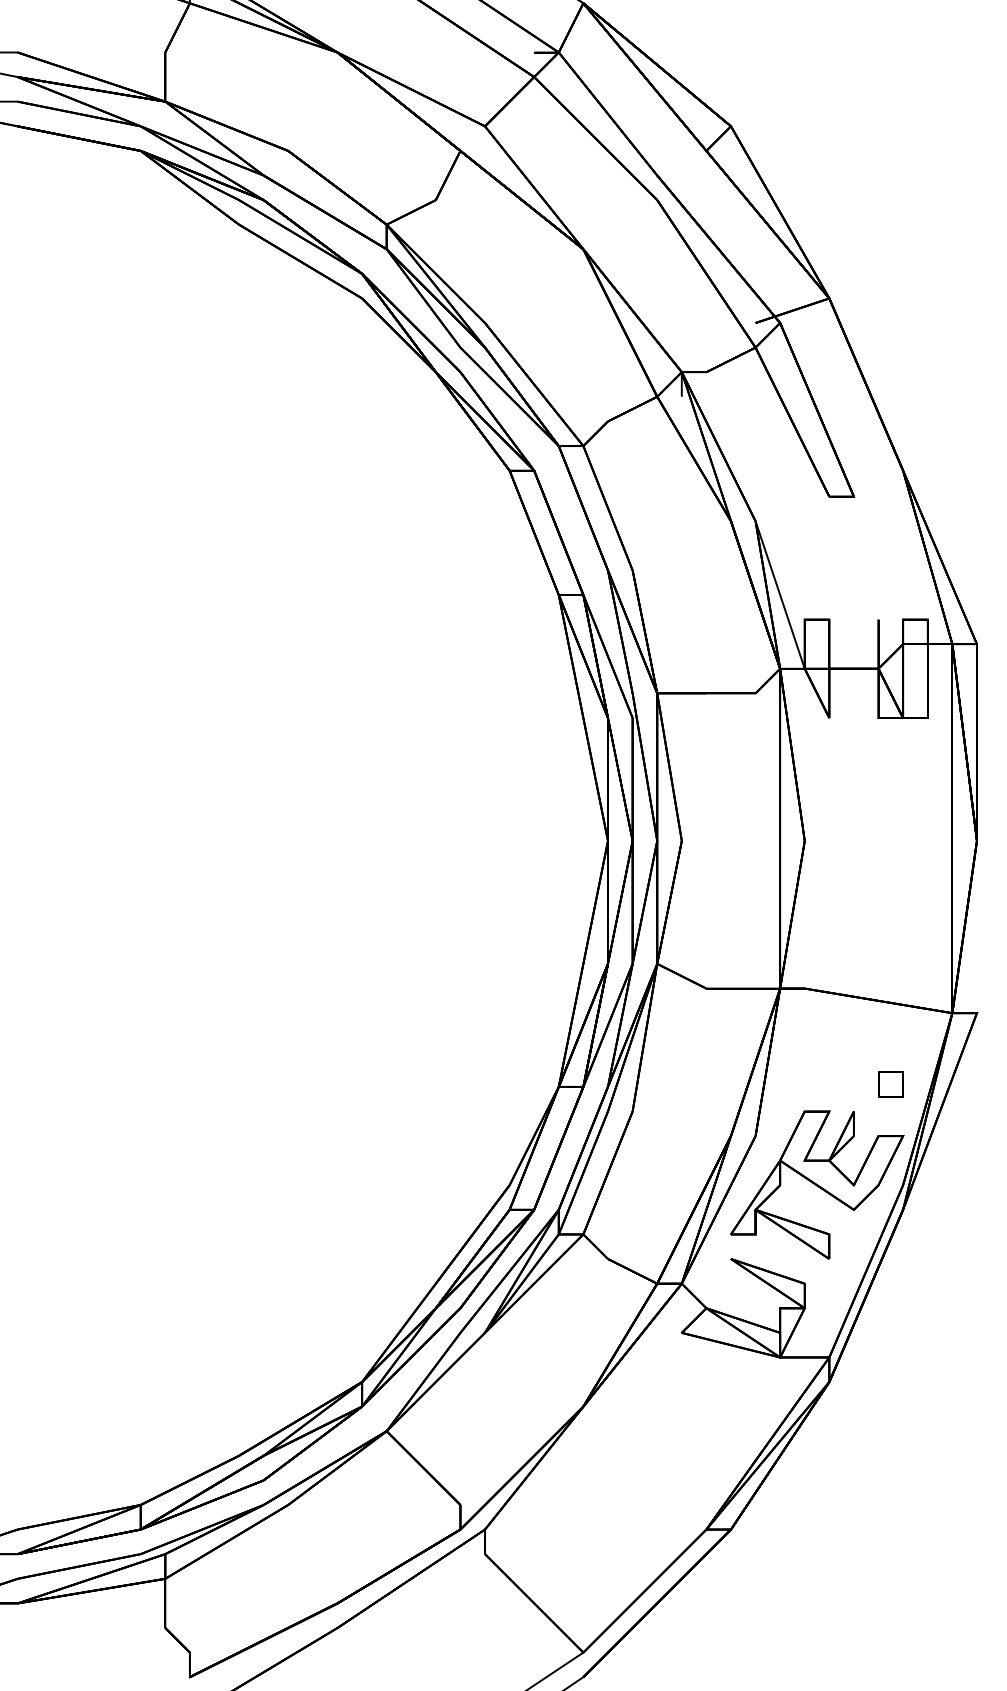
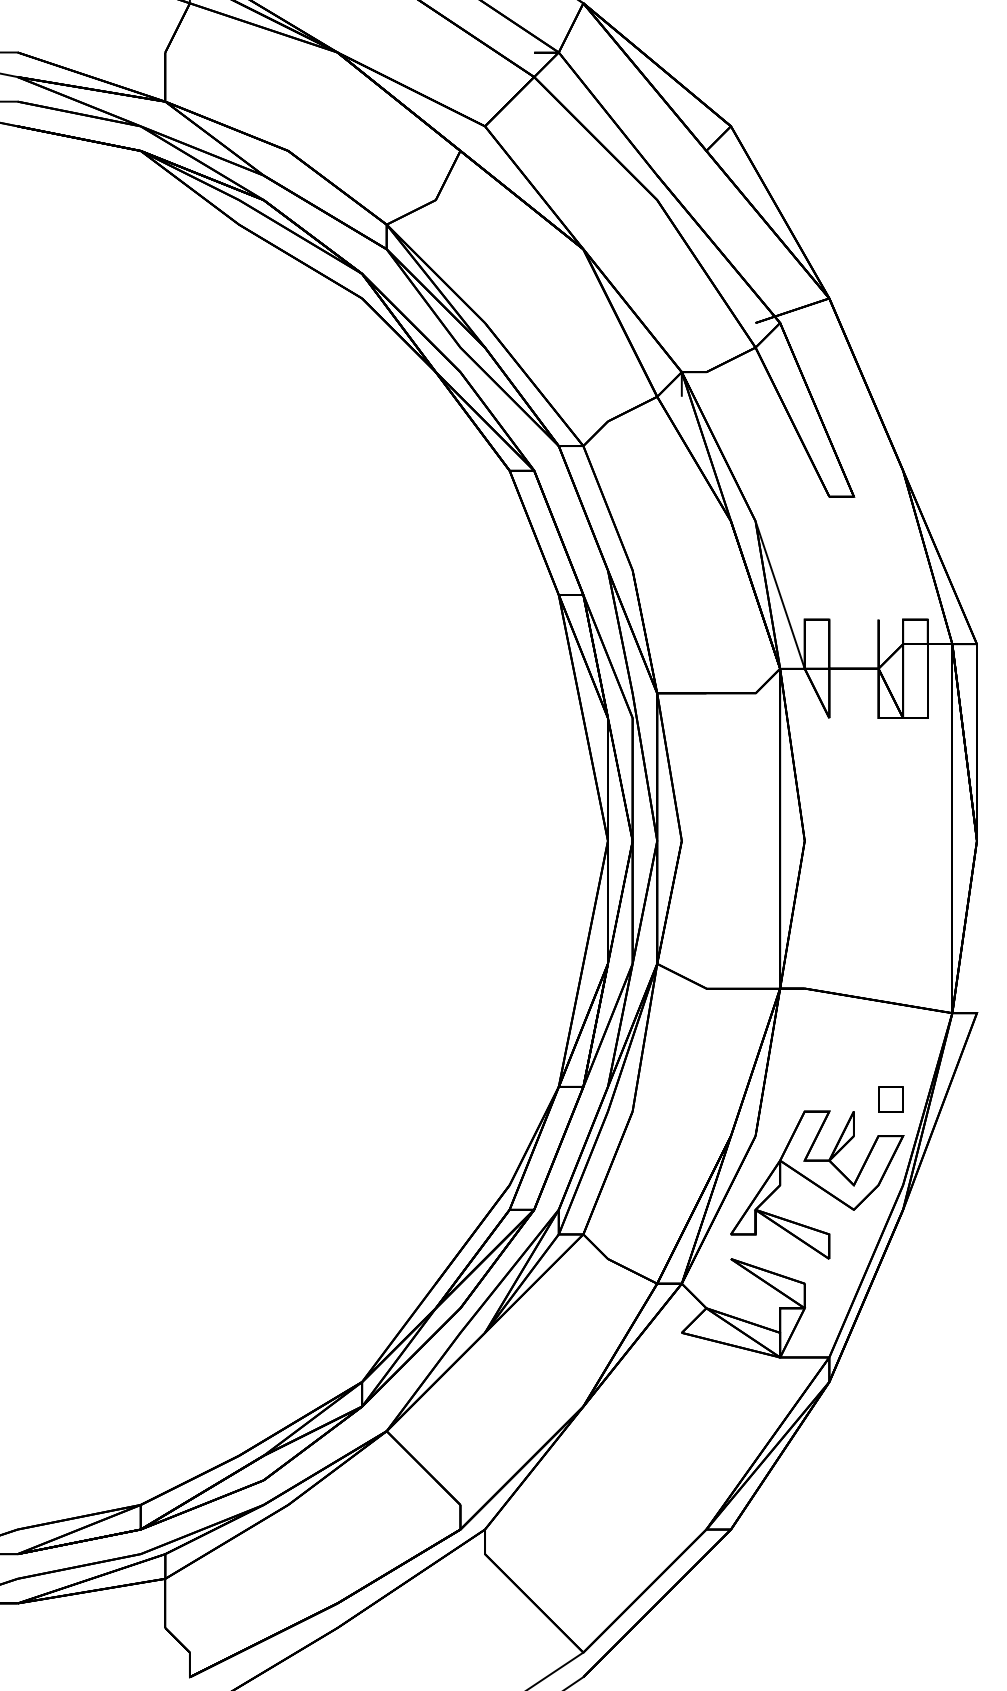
part at (890, 1084) position: (890, 1084) -> (890, 1099)
